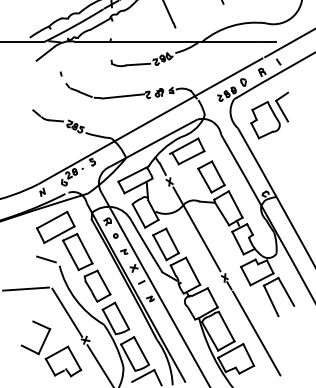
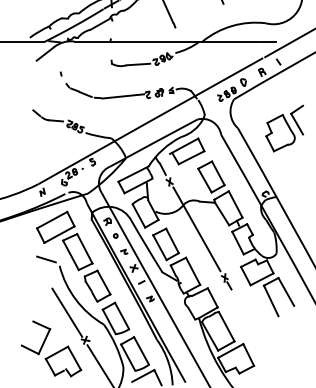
part at (269, 115) position: (269, 115) -> (284, 128)
line at (25, 288): present -> none
line at (256, 333): present -> none
